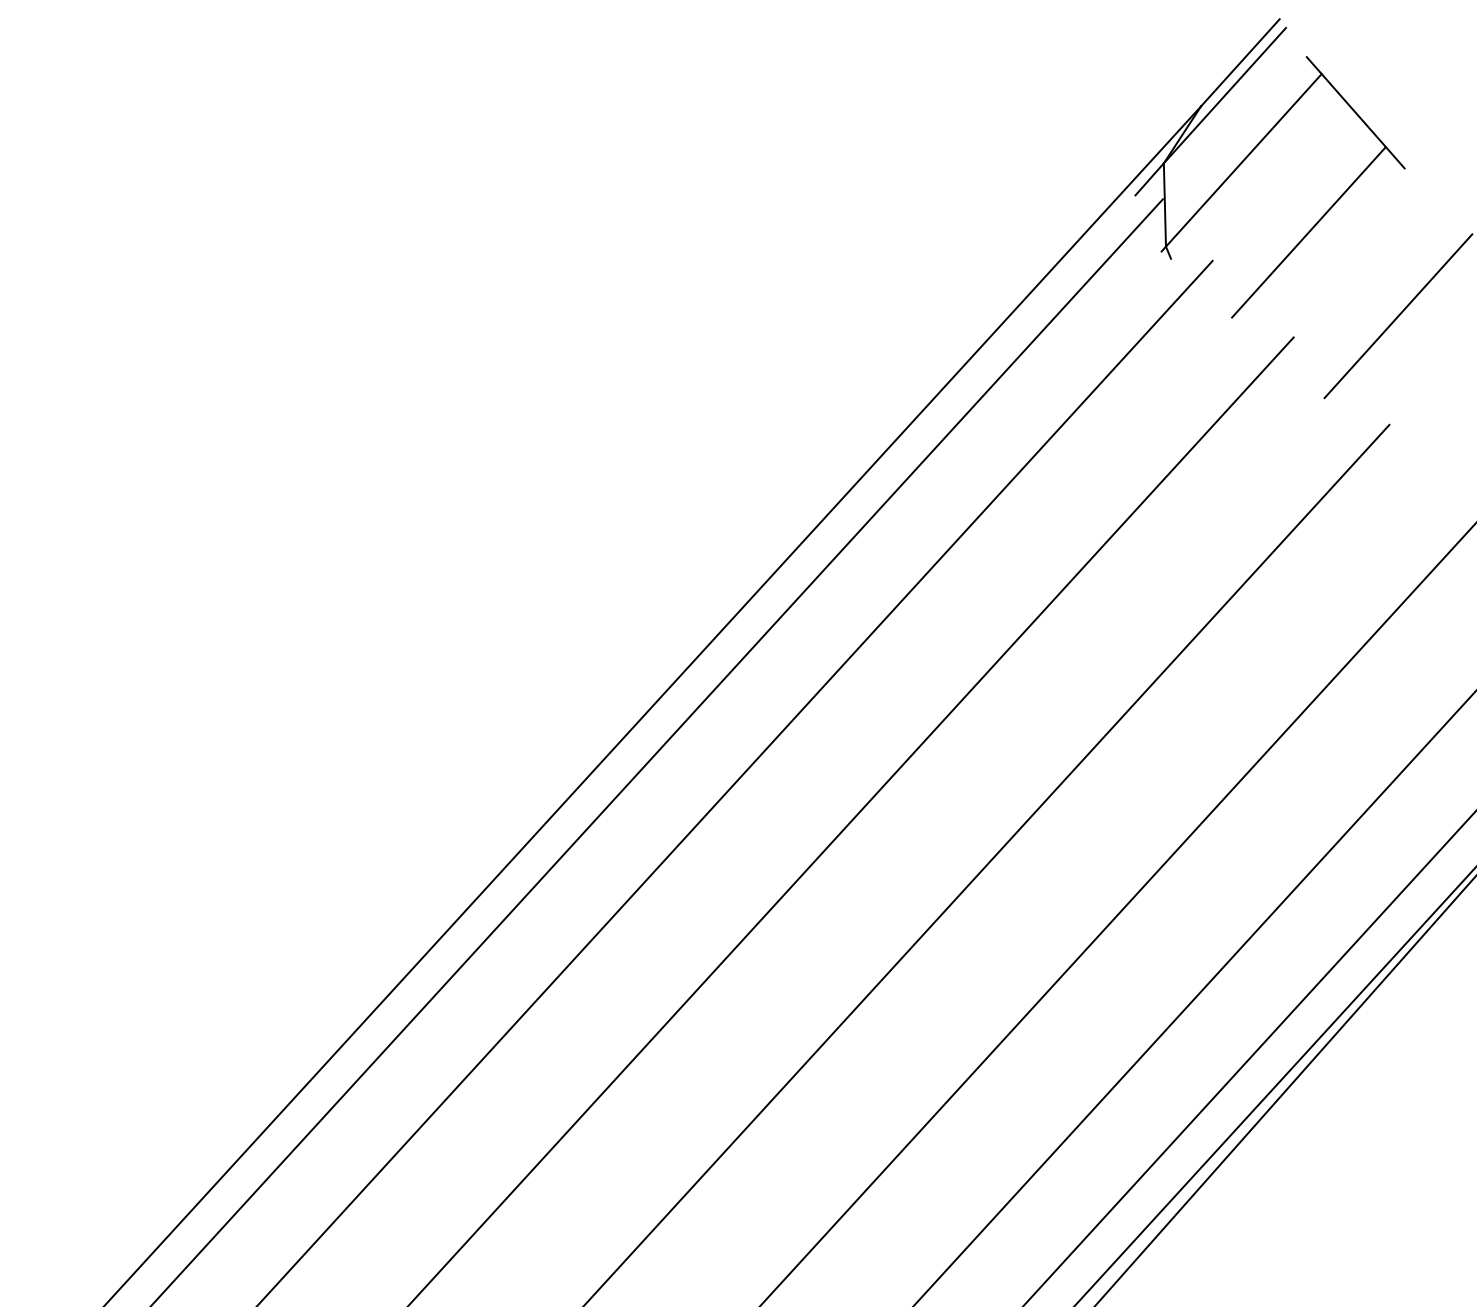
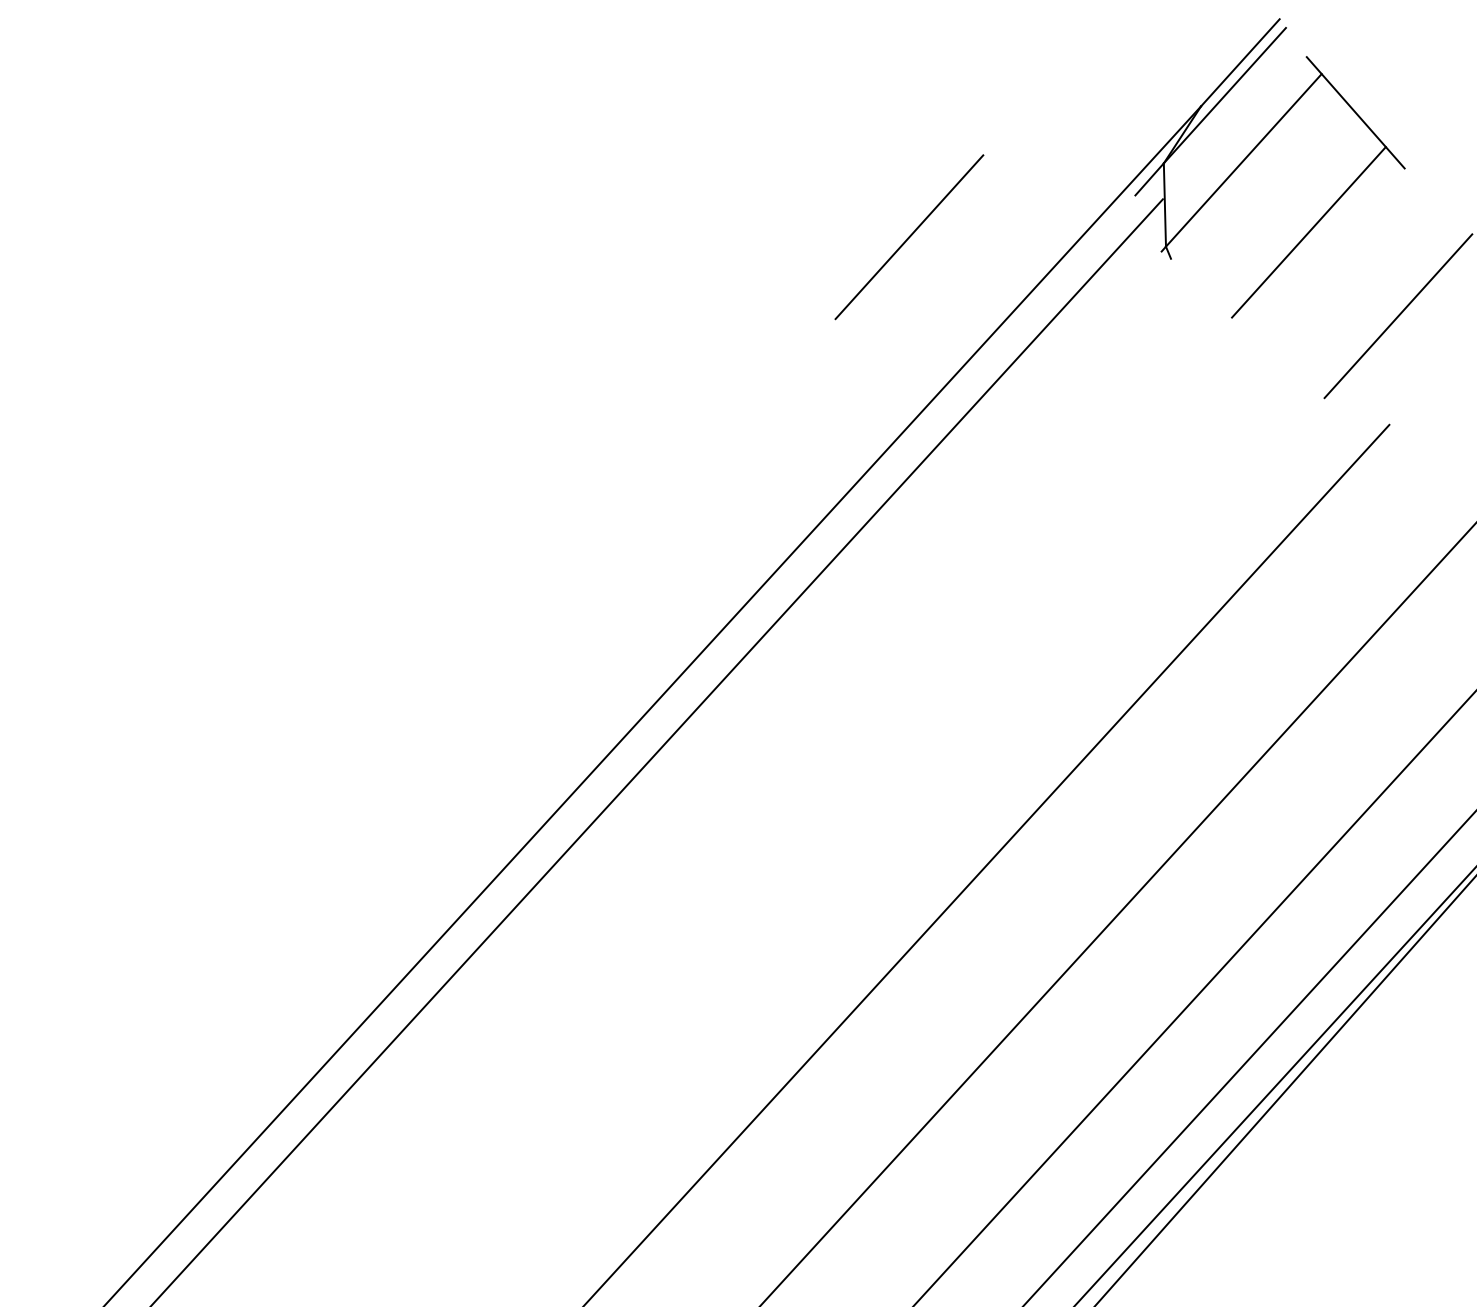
line at (909, 237): none -> present
line at (735, 781): present -> none
line at (851, 820): present -> none
